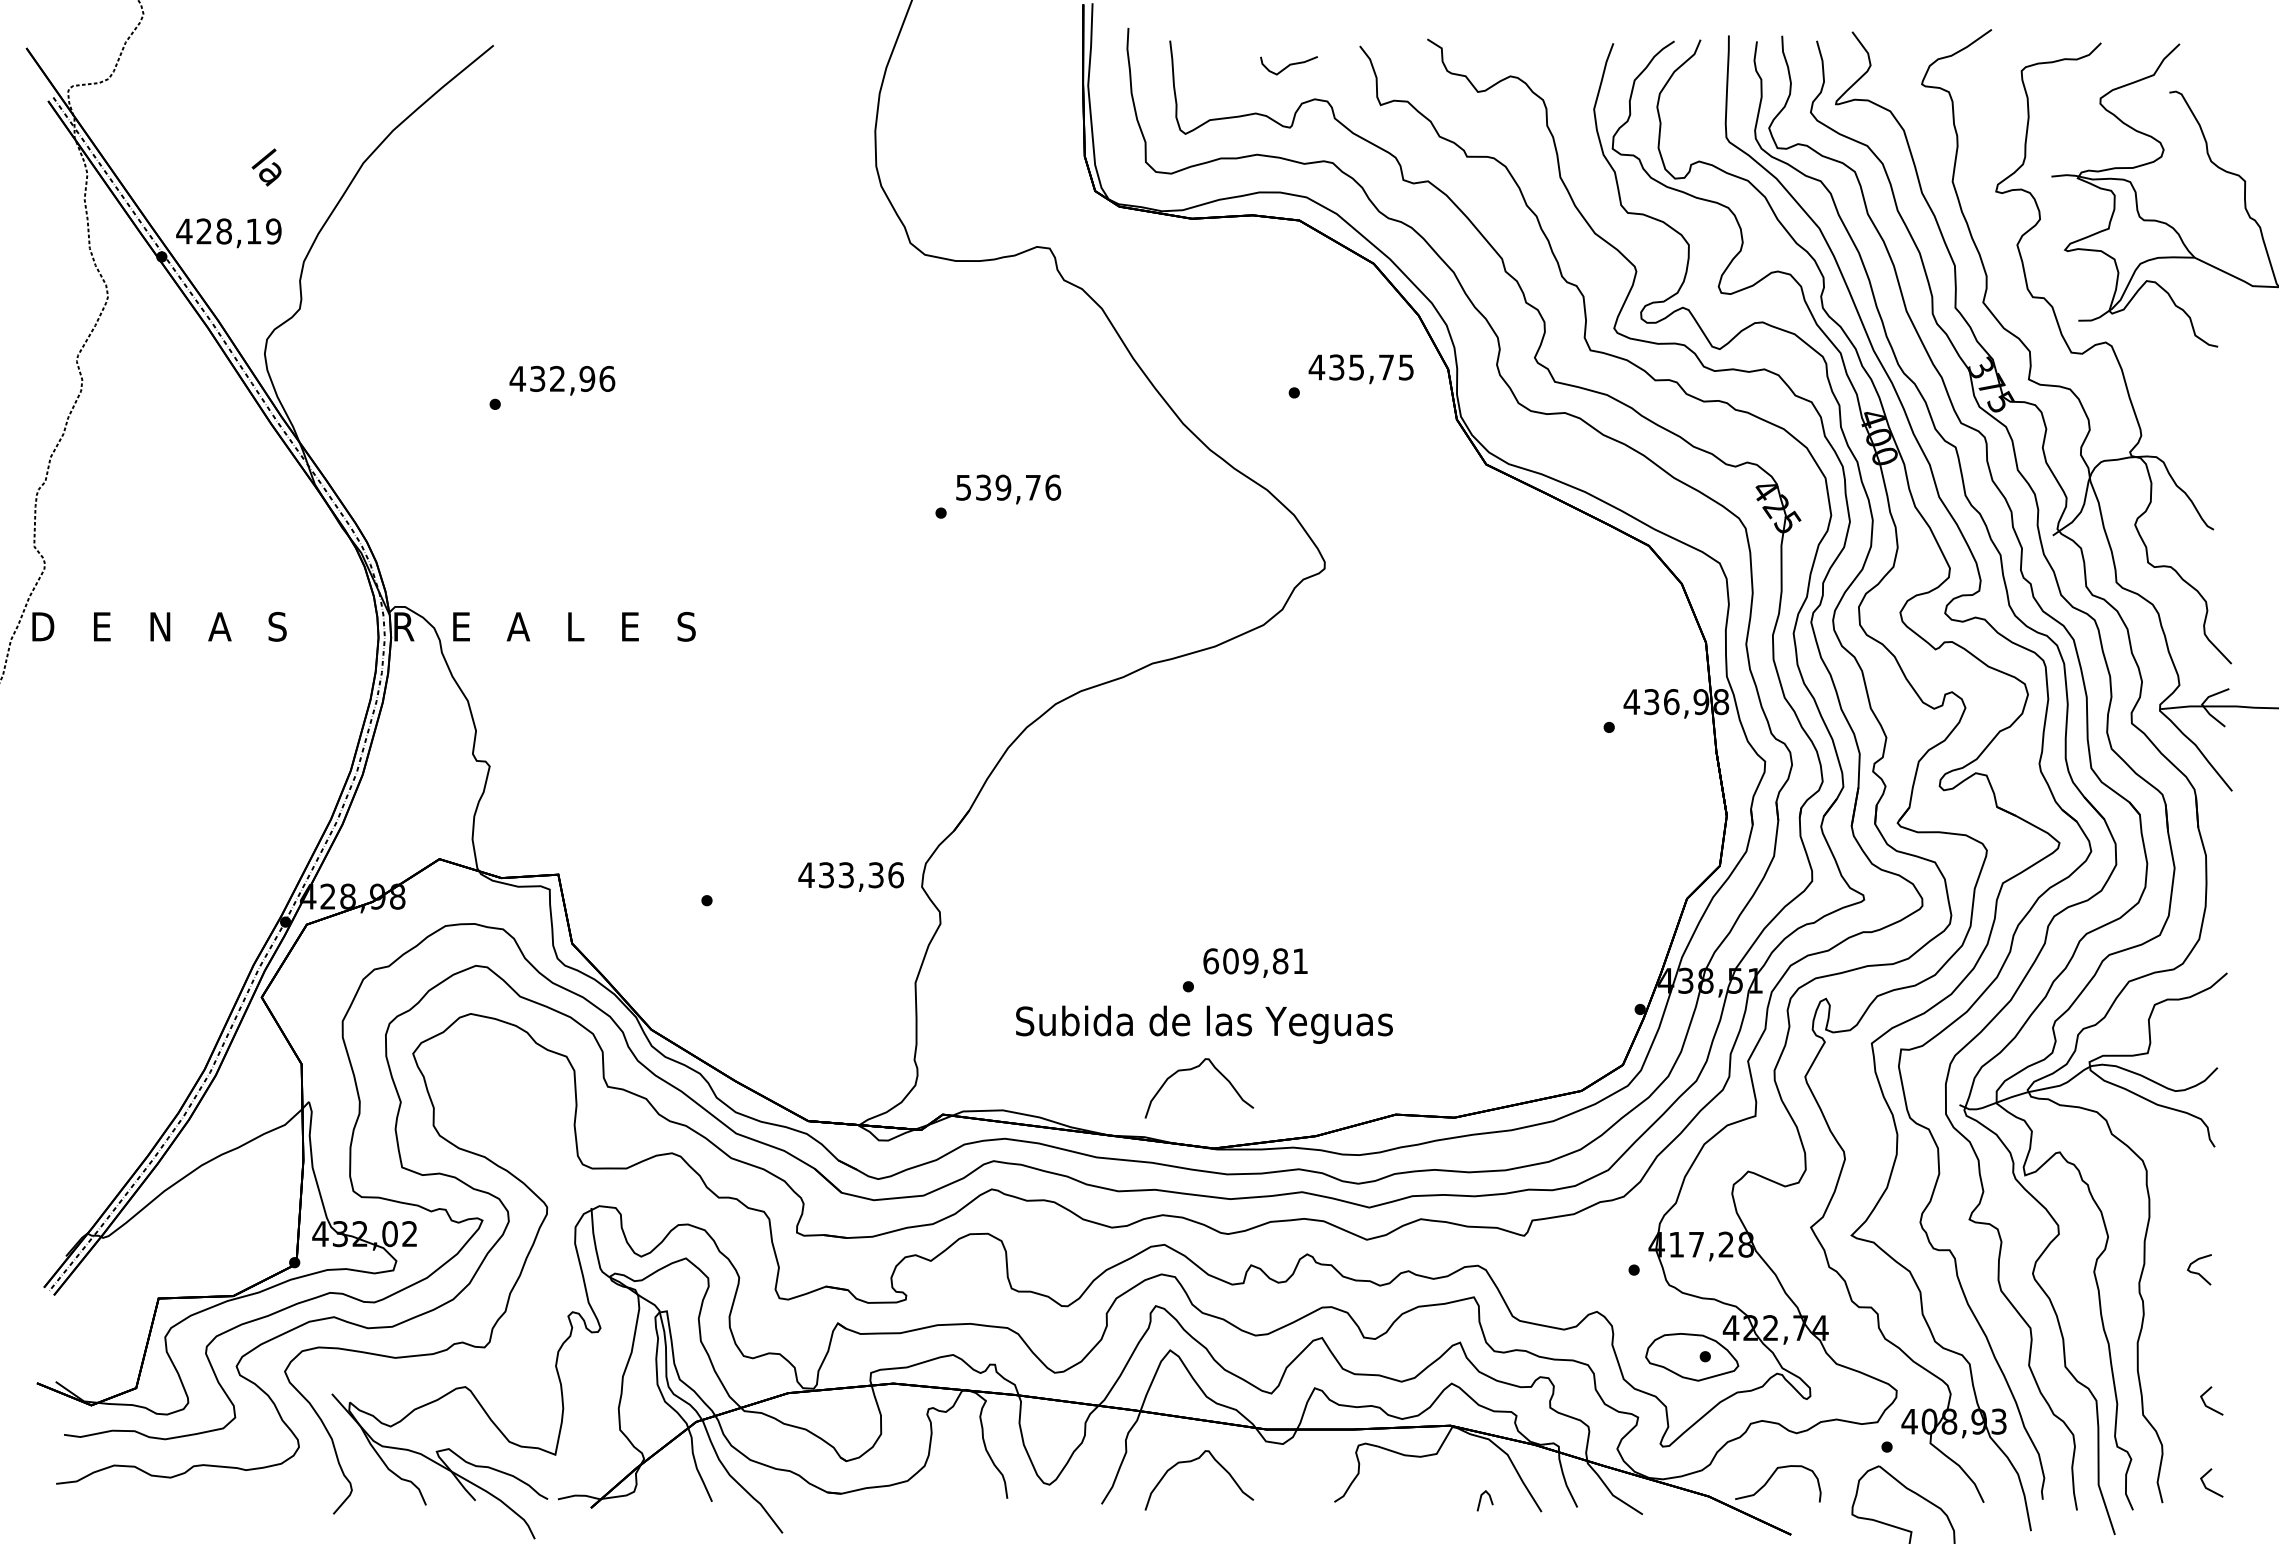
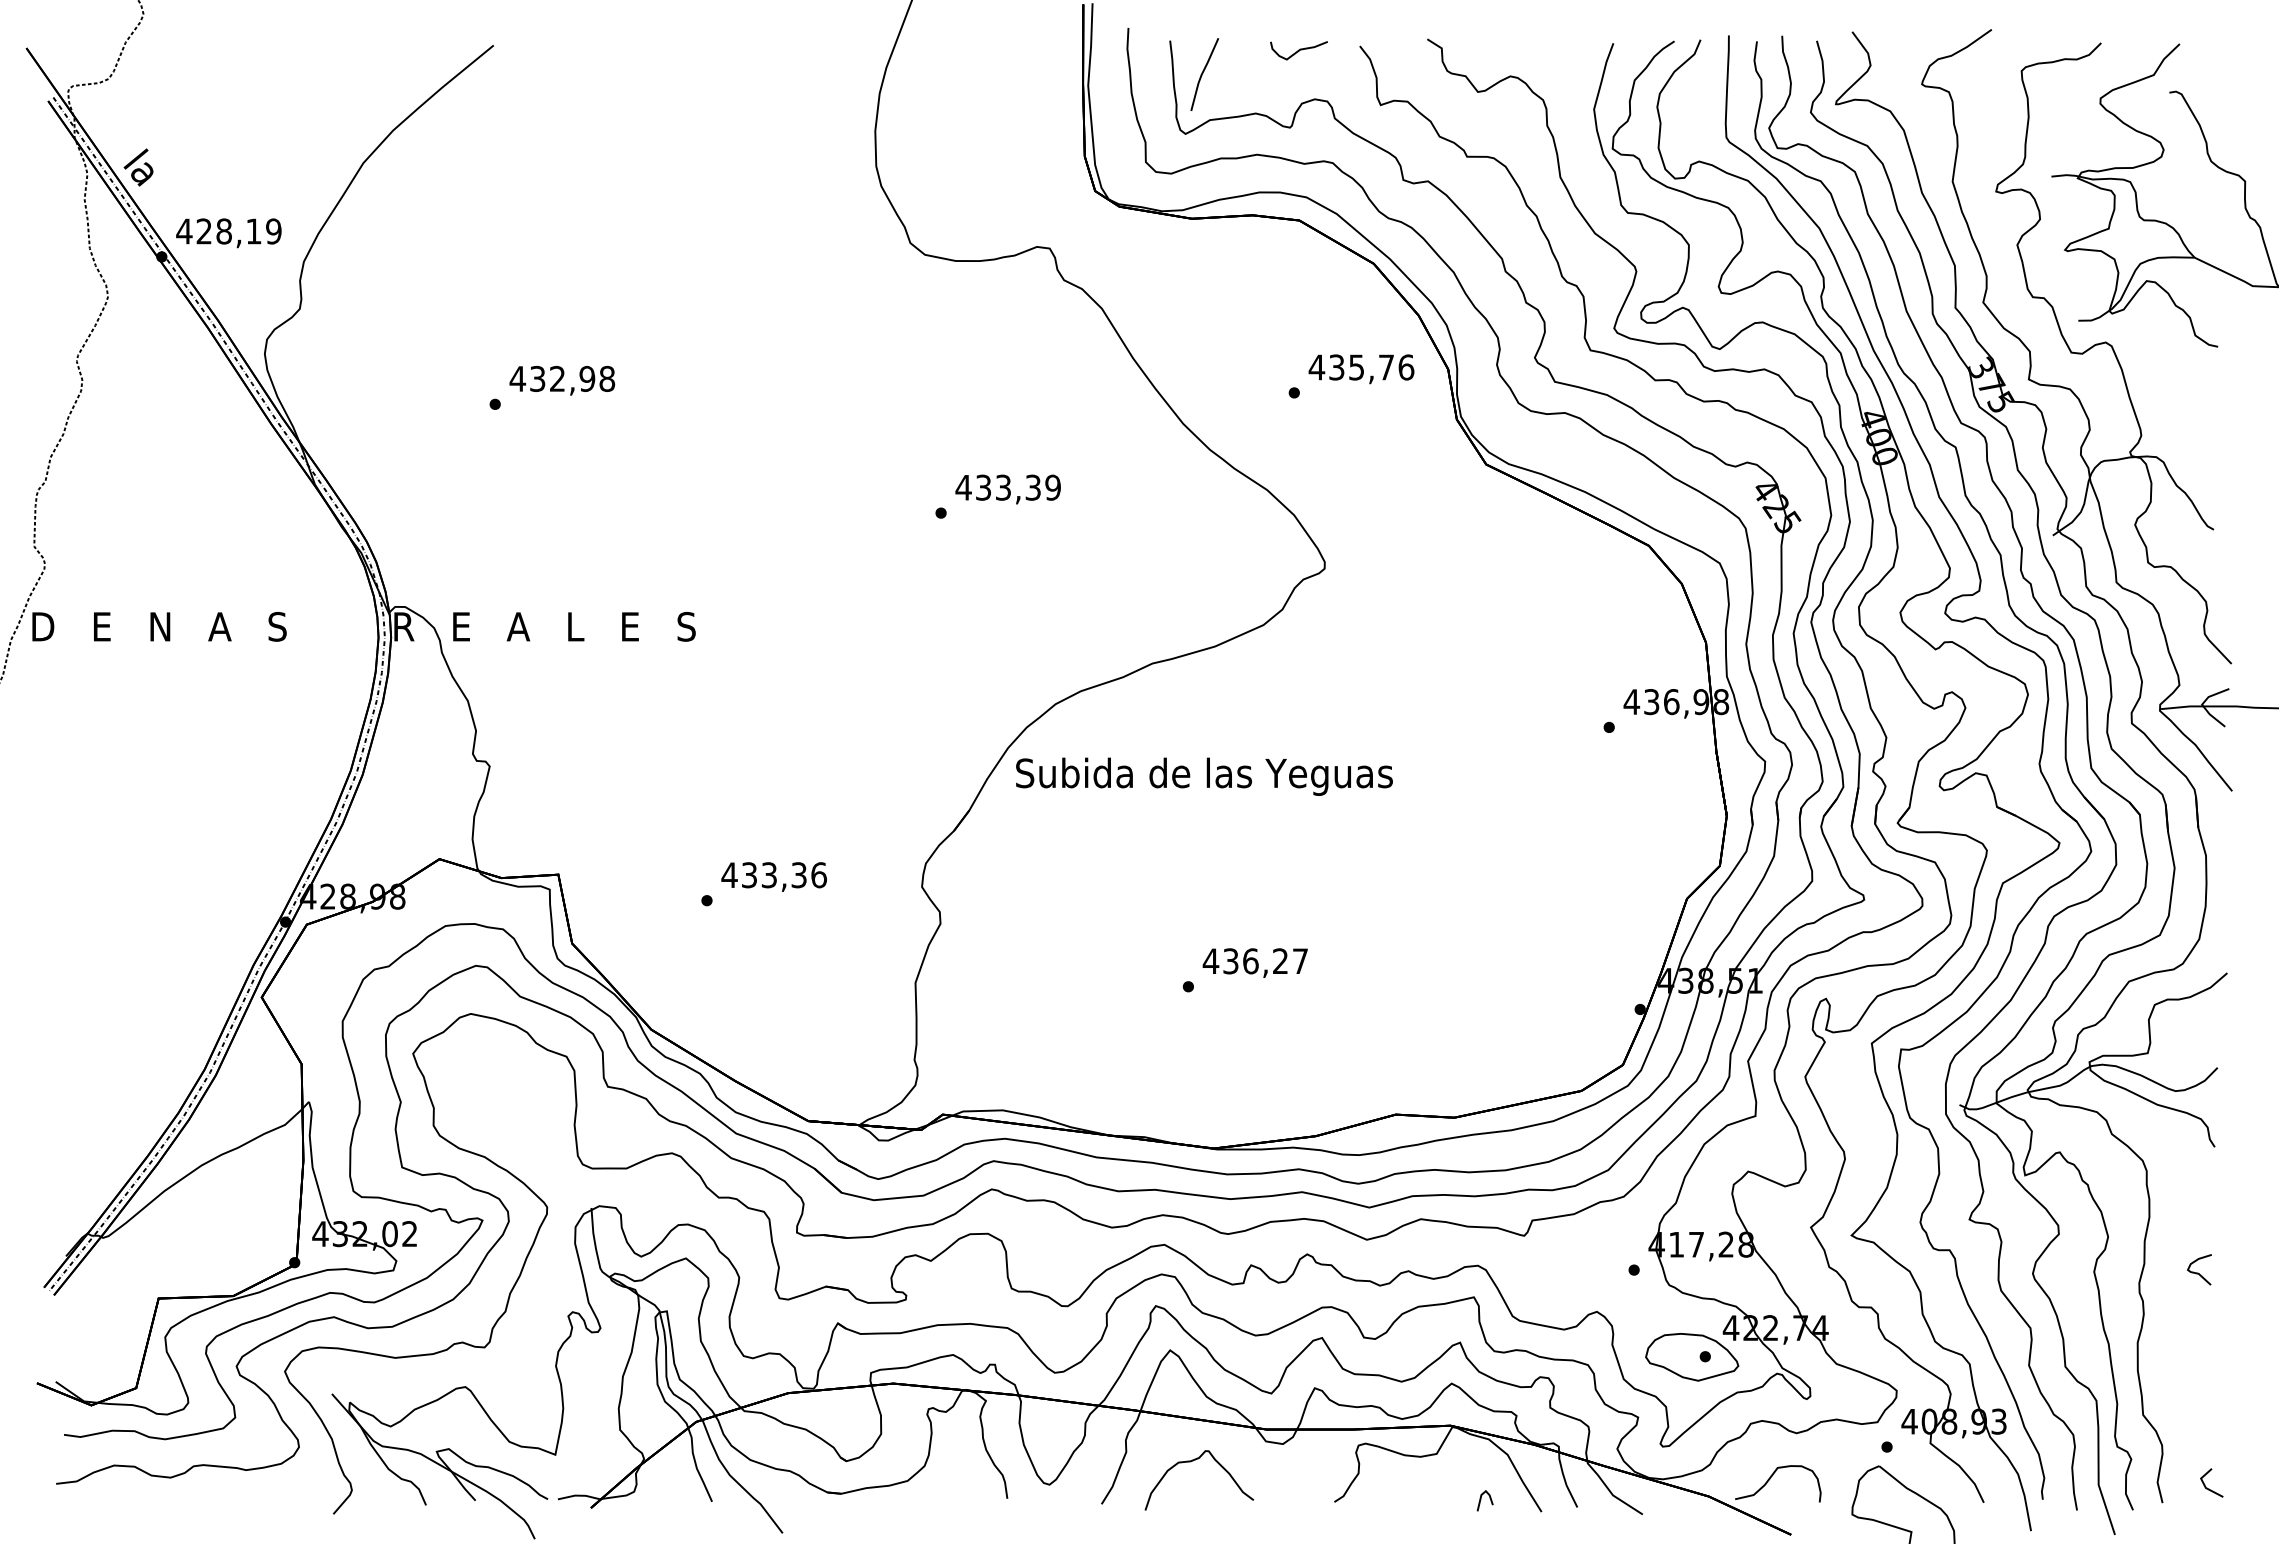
curve at (1288, 65) position: (1288, 65) -> (1298, 50)
line at (1203, 73): none -> present
text at (266, 167) position: (266, 167) -> (138, 167)
text at (1406, 367): 435,75 -> 435,76
text at (607, 378): 432,96 -> 432,98
text at (1008, 487): 539,76 -> 433,39
text at (850, 876) position: (850, 876) -> (773, 876)
text at (1254, 961): 609,81 -> 436,27
text at (1204, 1024) position: (1204, 1024) -> (1204, 776)
curve at (1193, 1069): present -> none
line at (2205, 1402): present -> none
